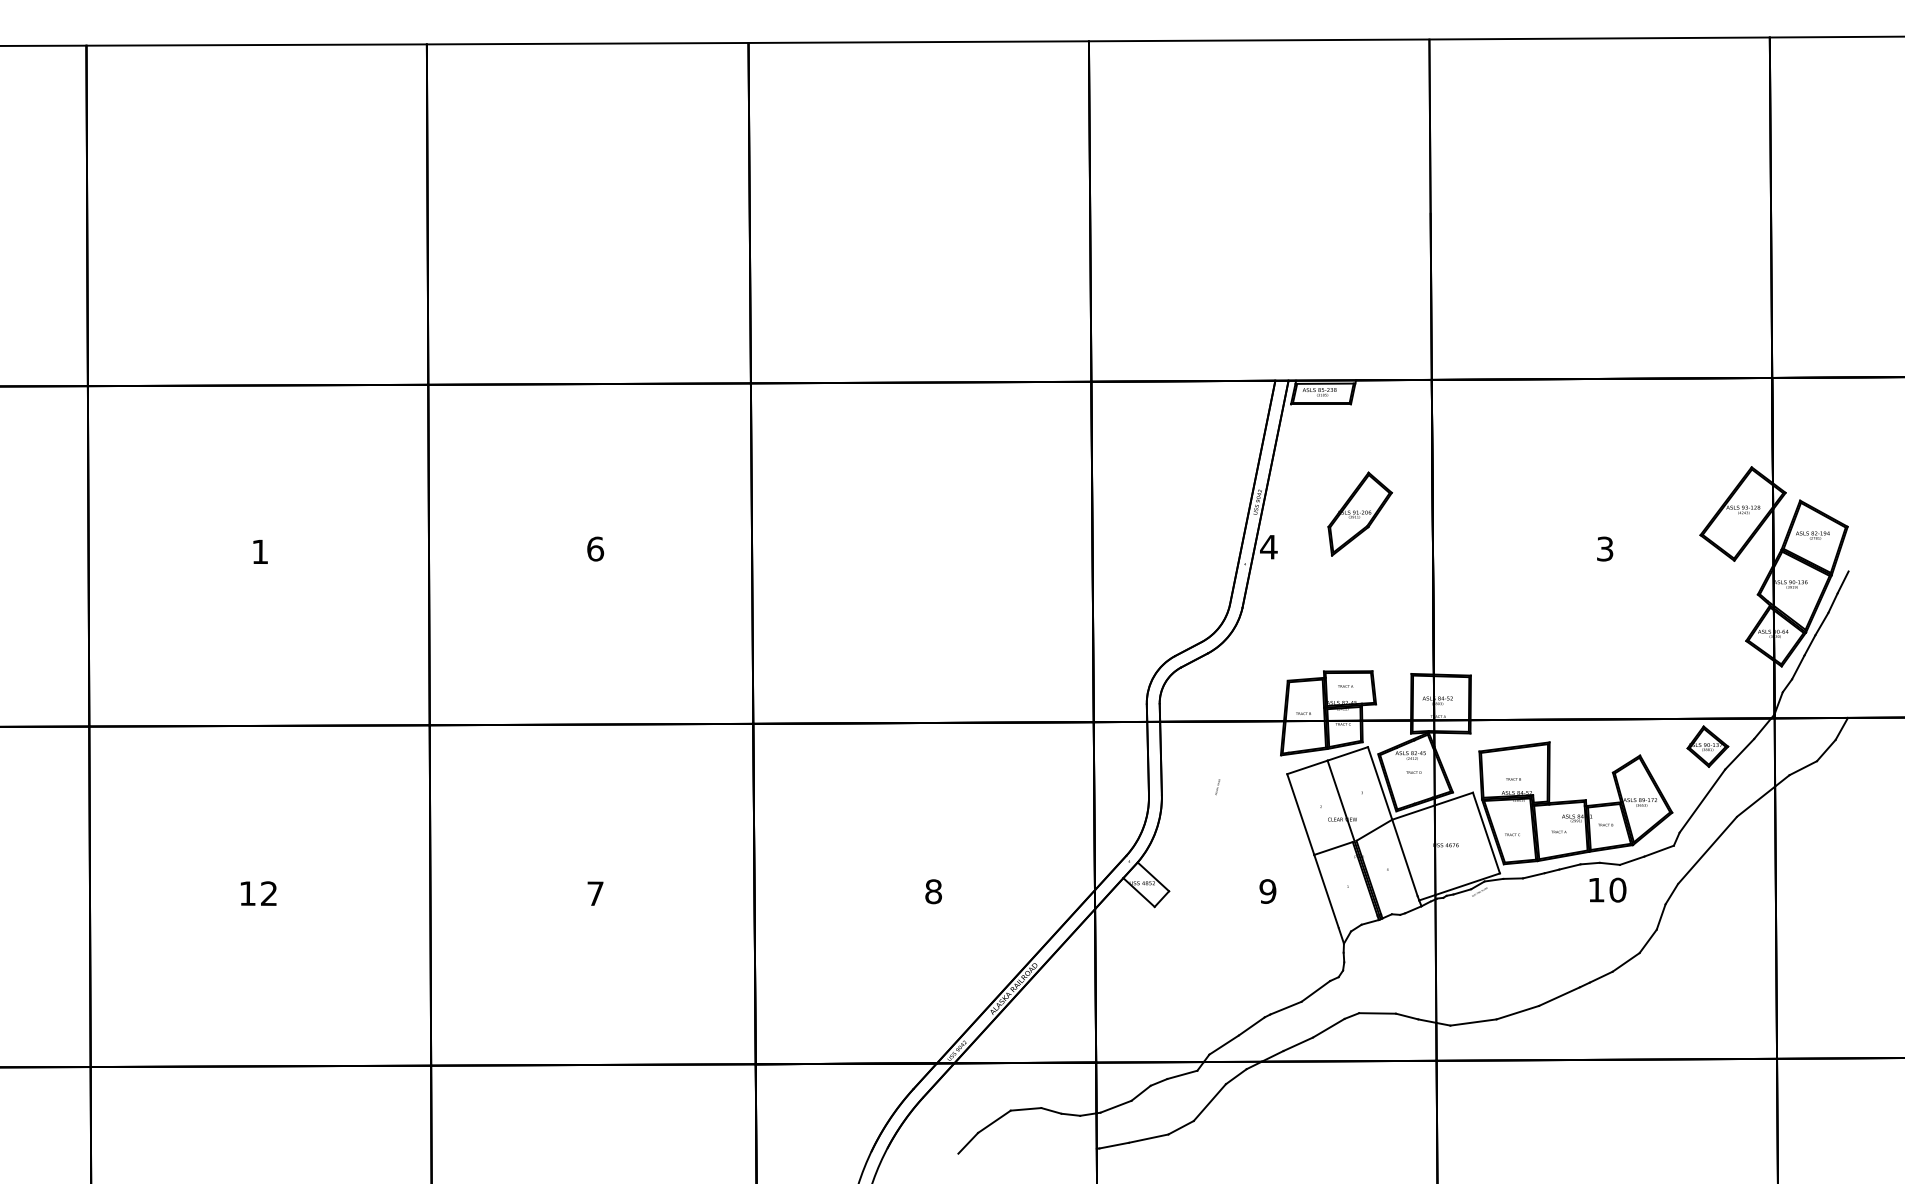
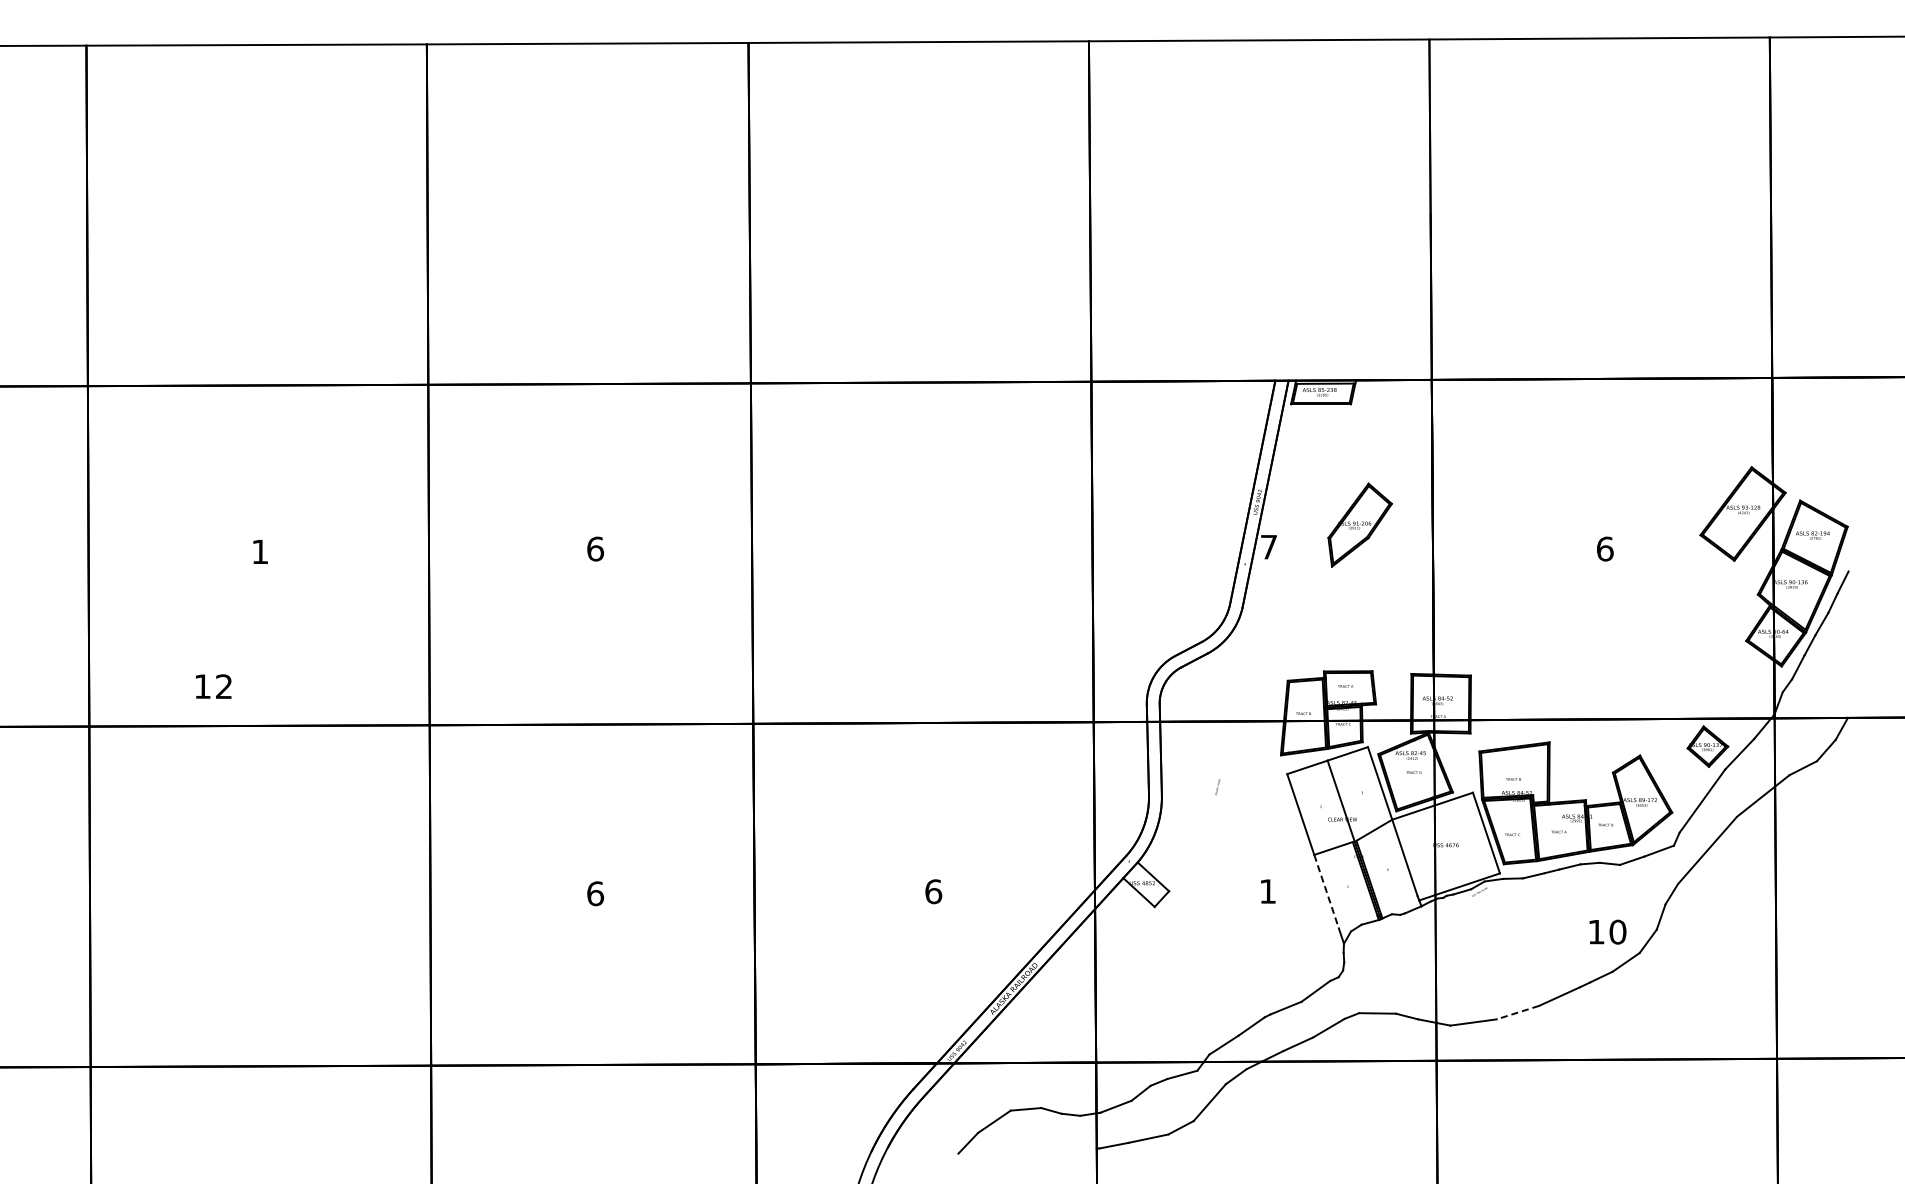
part at (1360, 513) position: (1360, 513) -> (1360, 524)
text at (1268, 547): 4 -> 7
text at (1605, 548): 3 -> 6
text at (1607, 889) position: (1607, 889) -> (1607, 931)
text at (933, 891): 8 -> 6
text at (1267, 891): 9 -> 1
line at (1326, 891): solid -> dashed
text at (258, 893) position: (258, 893) -> (213, 686)
text at (595, 893): 7 -> 6
line at (1517, 1012): solid -> dashed
